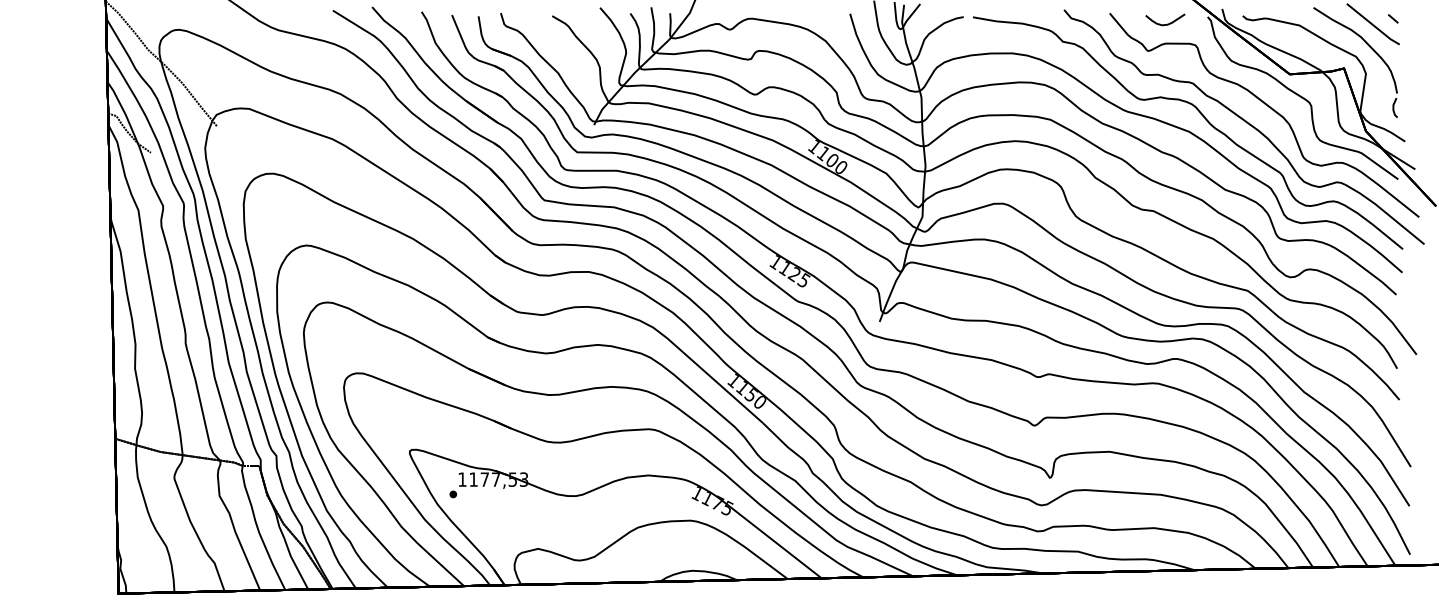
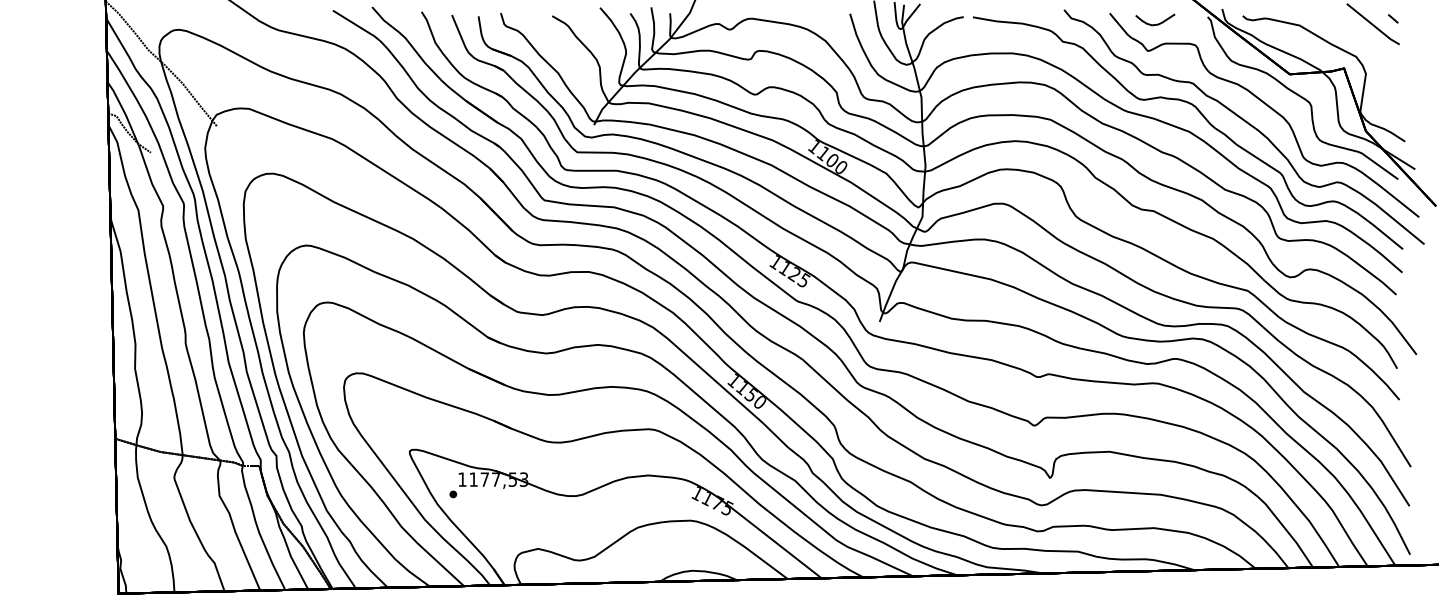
curve at (1166, 23) position: (1166, 23) -> (1156, 23)
part at (1369, 47): present -> none
